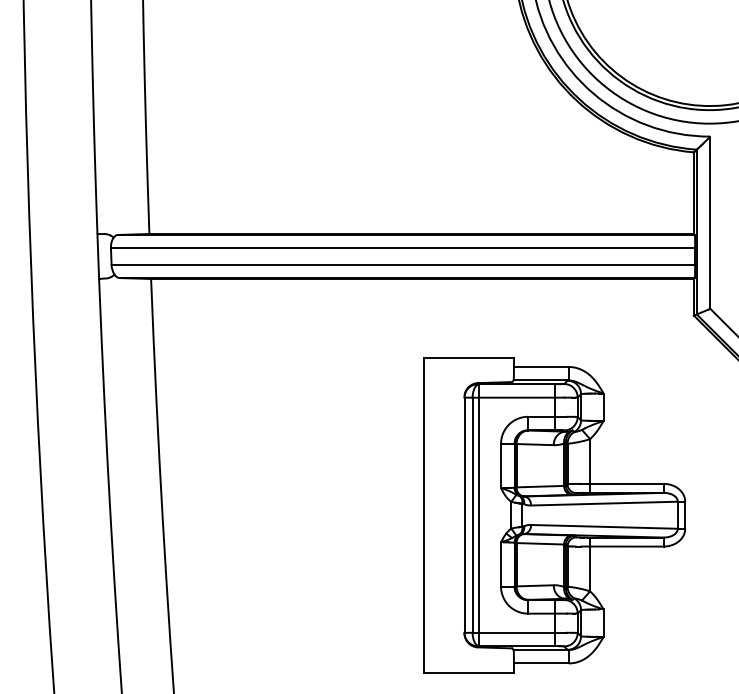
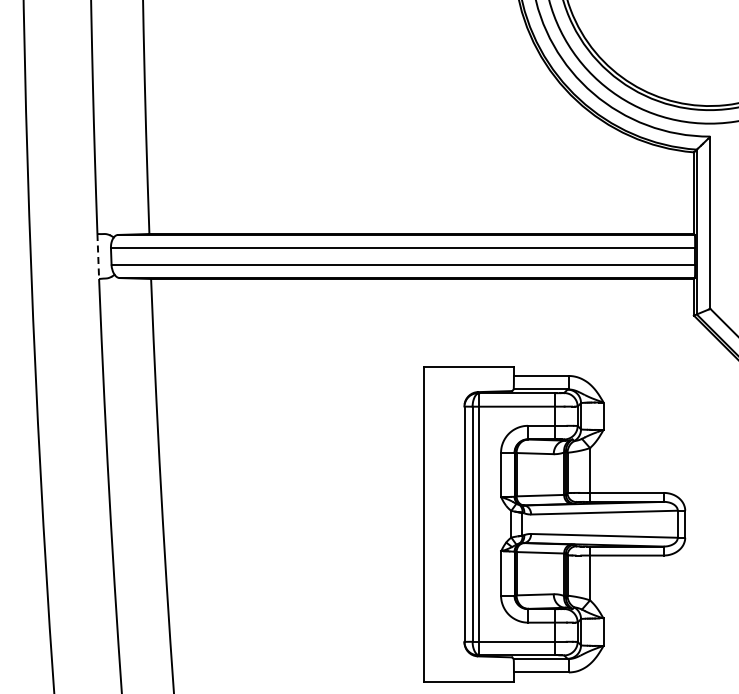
line at (98, 256): solid -> dashed
part at (554, 515) position: (554, 515) -> (554, 524)
